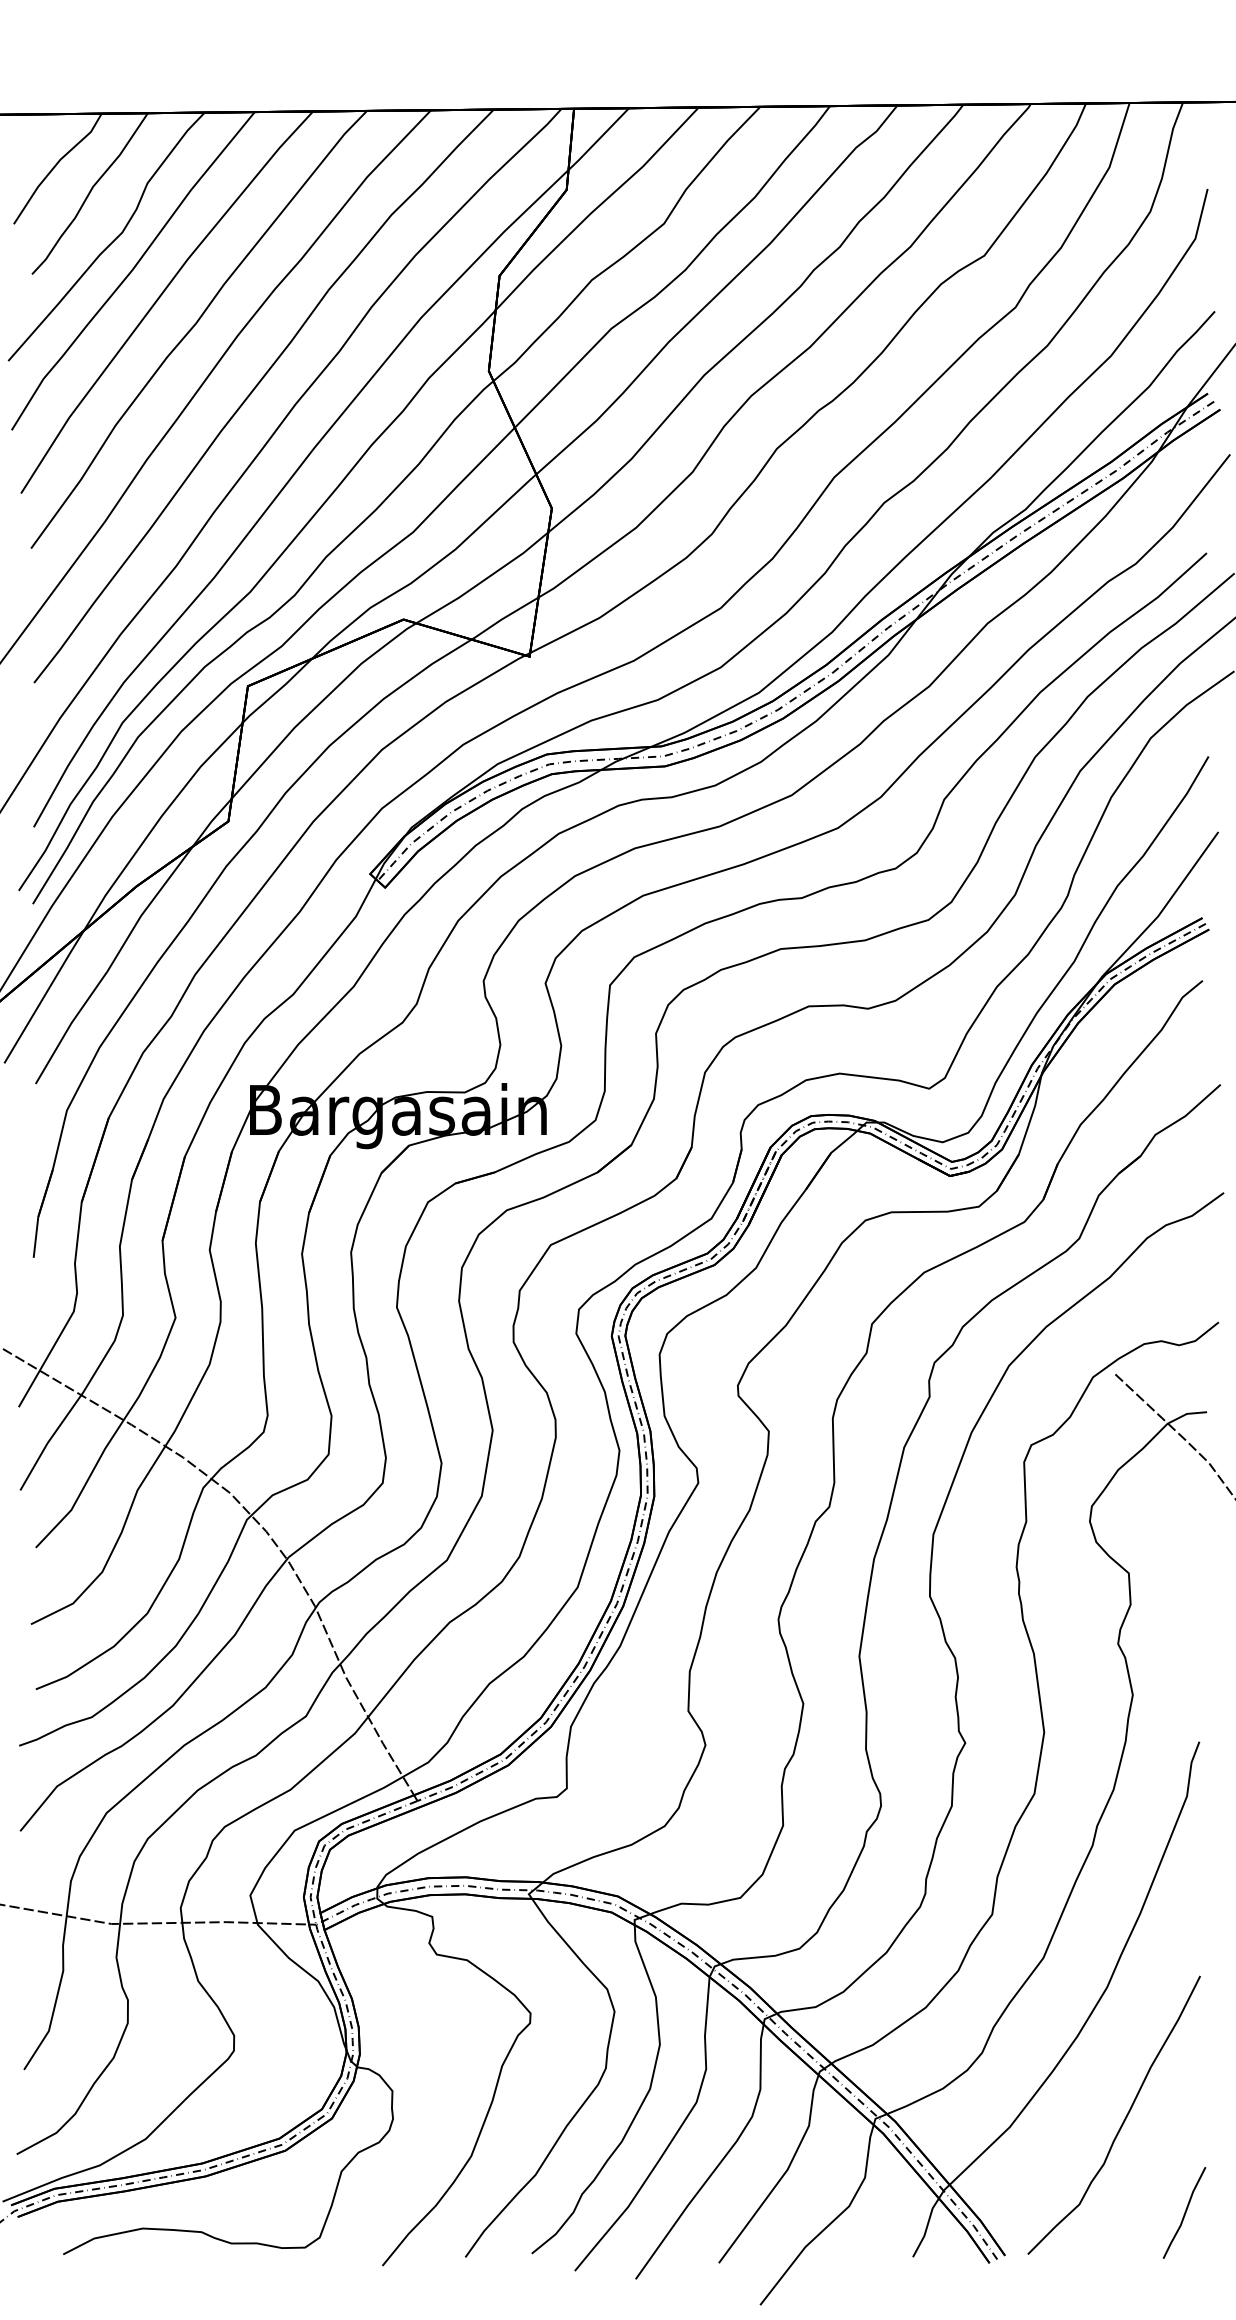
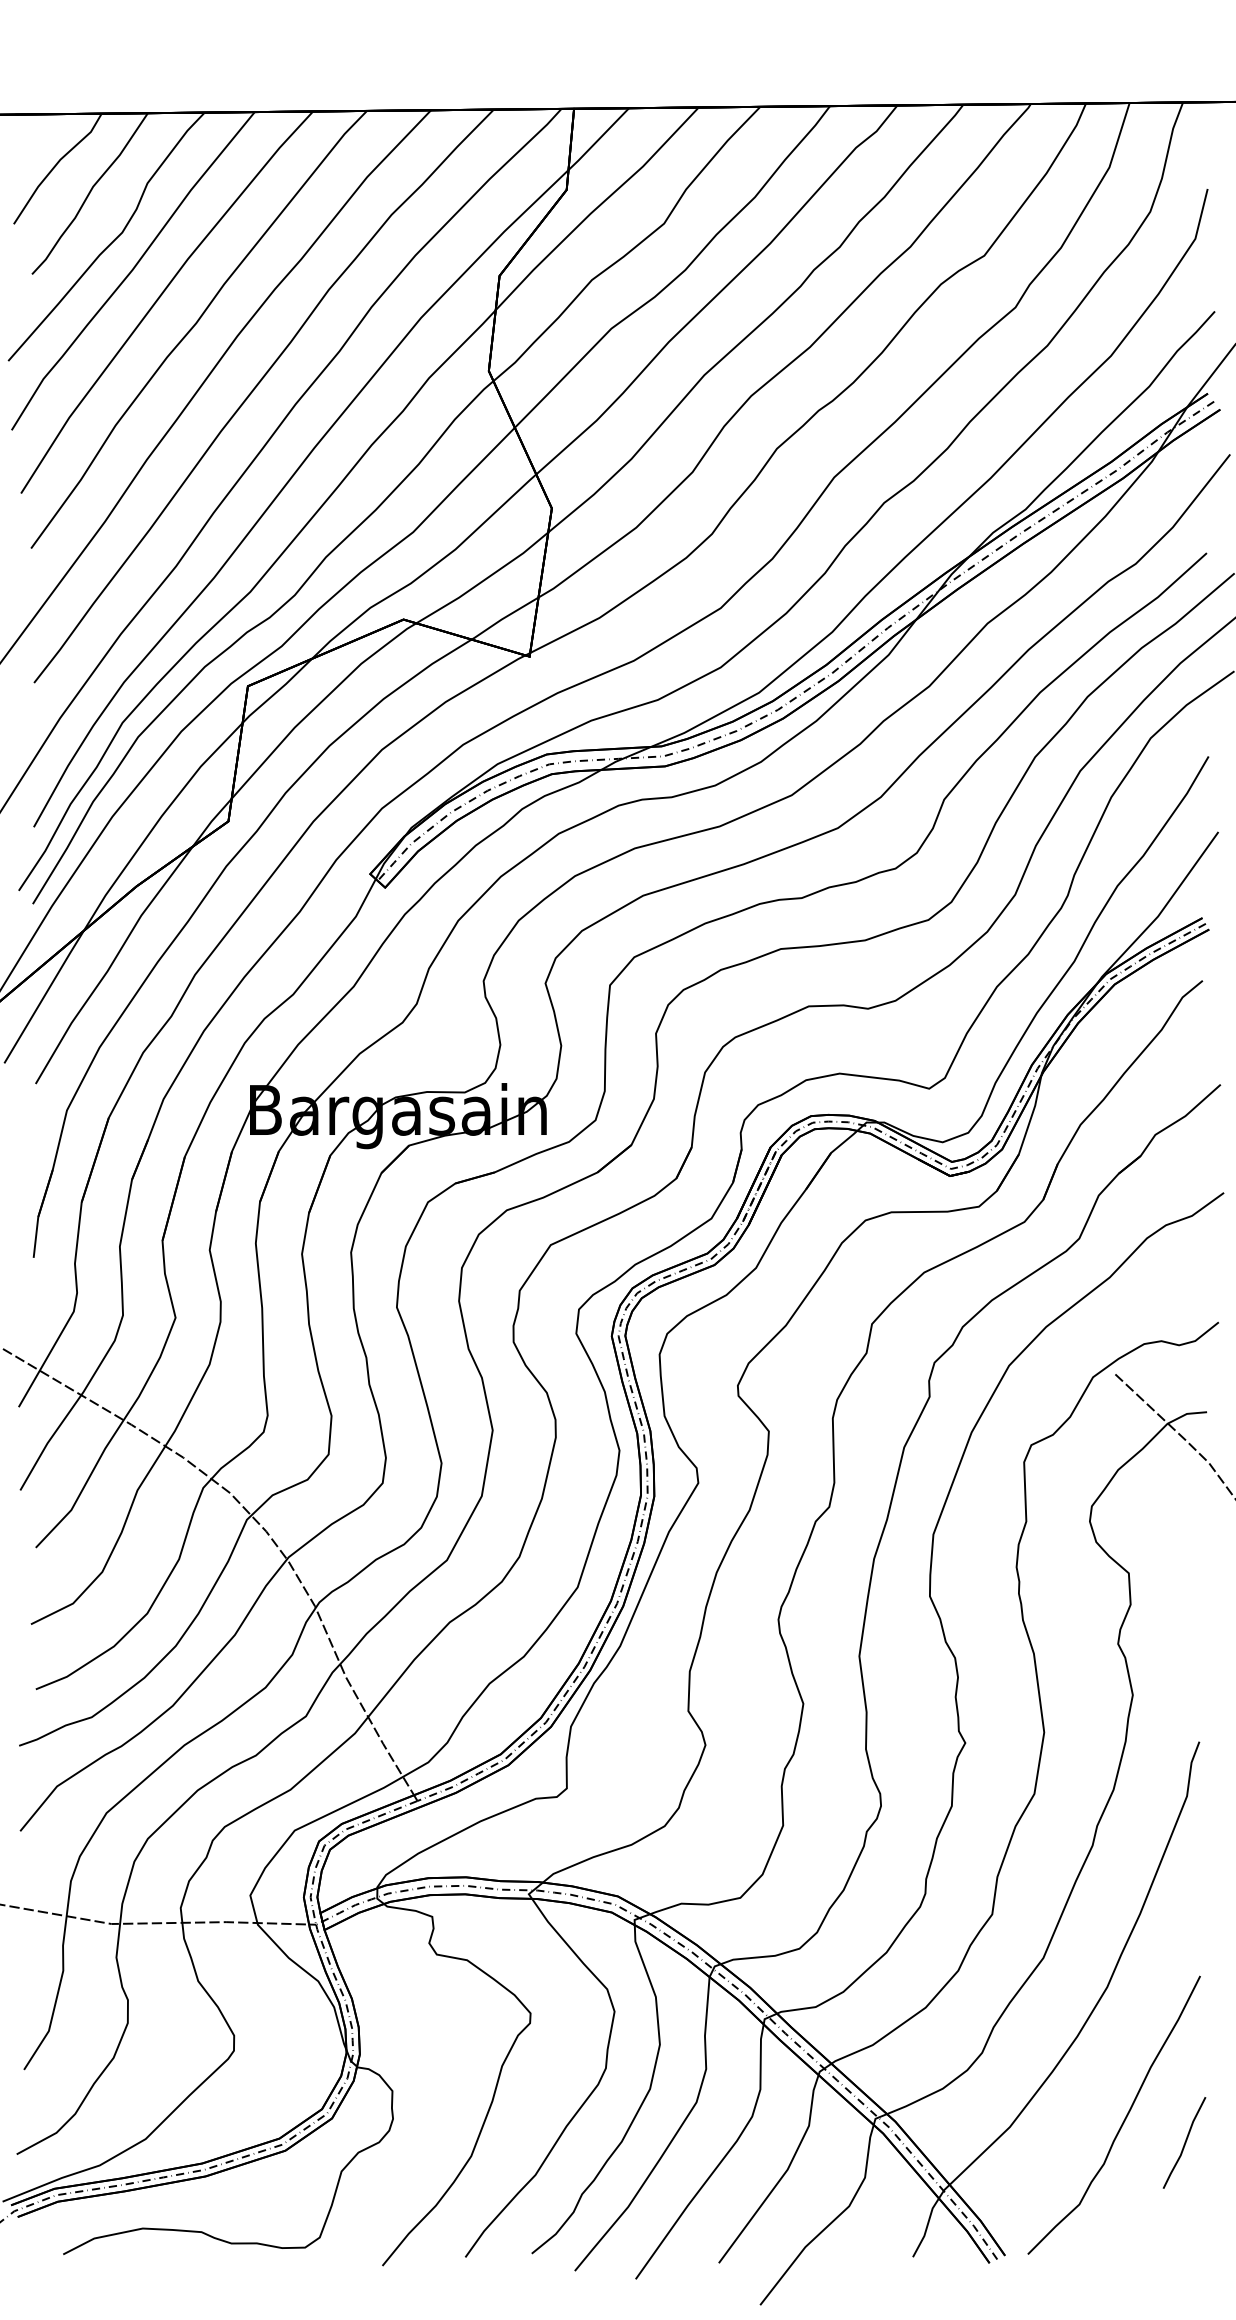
line at (1184, 2212) position: (1184, 2212) -> (1184, 2142)
